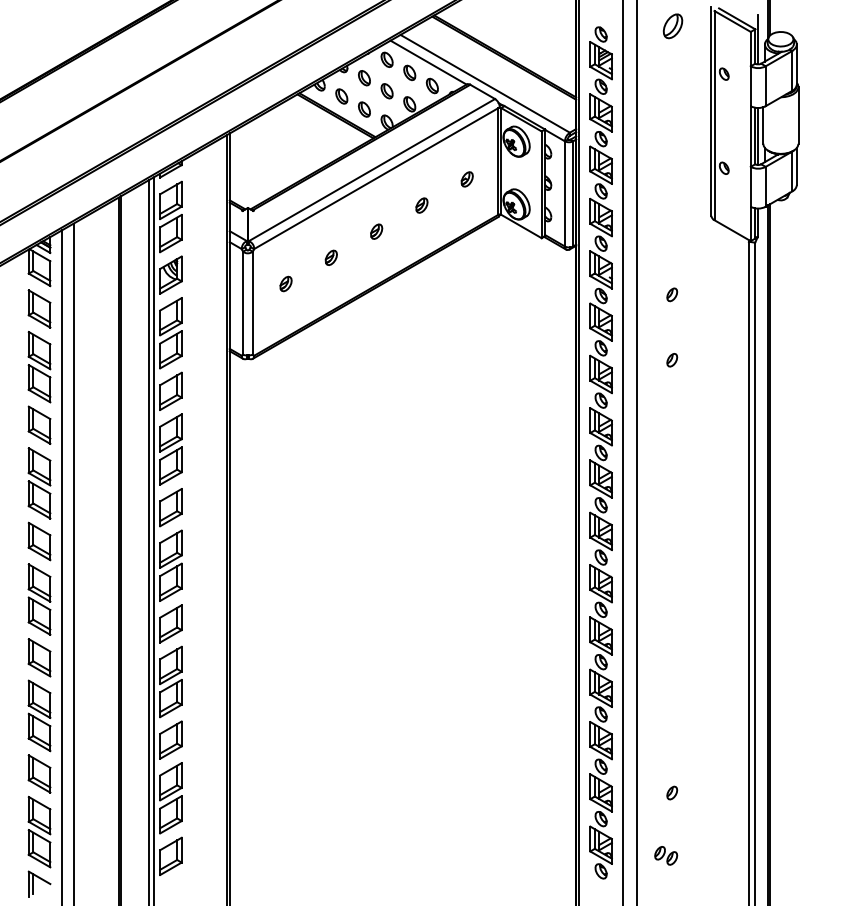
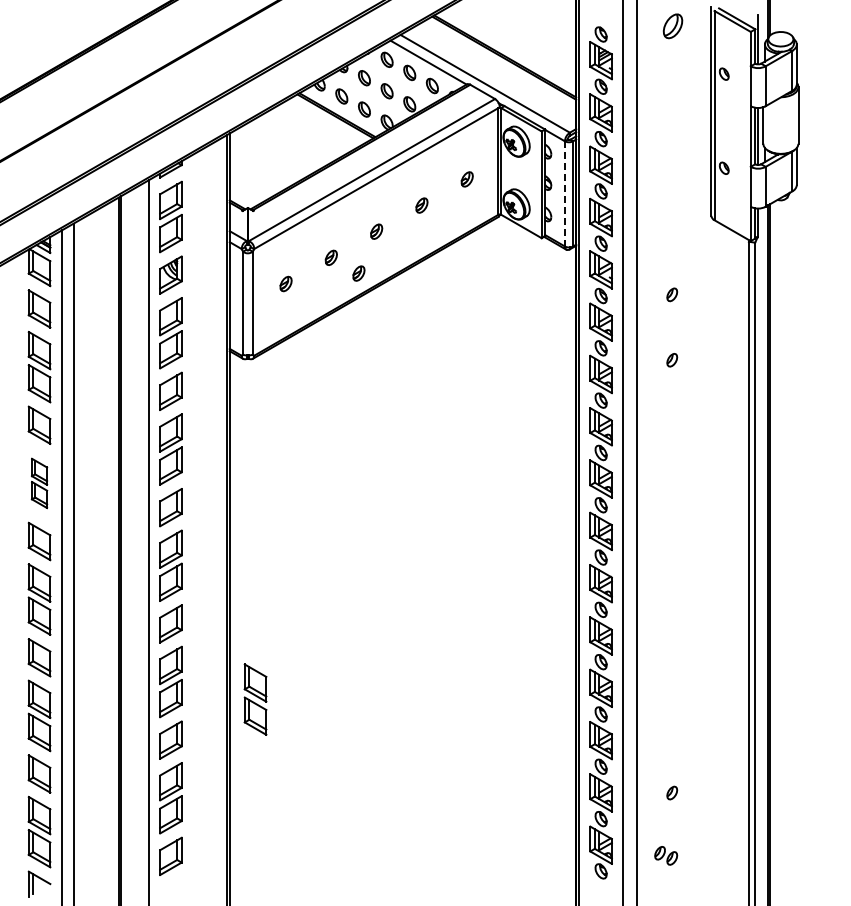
line at (564, 193): solid -> dashed
part at (358, 273): none -> present
part at (39, 483) size: 25x73 px -> 19x53 px
line at (153, 539): present -> none
part at (255, 699): none -> present
